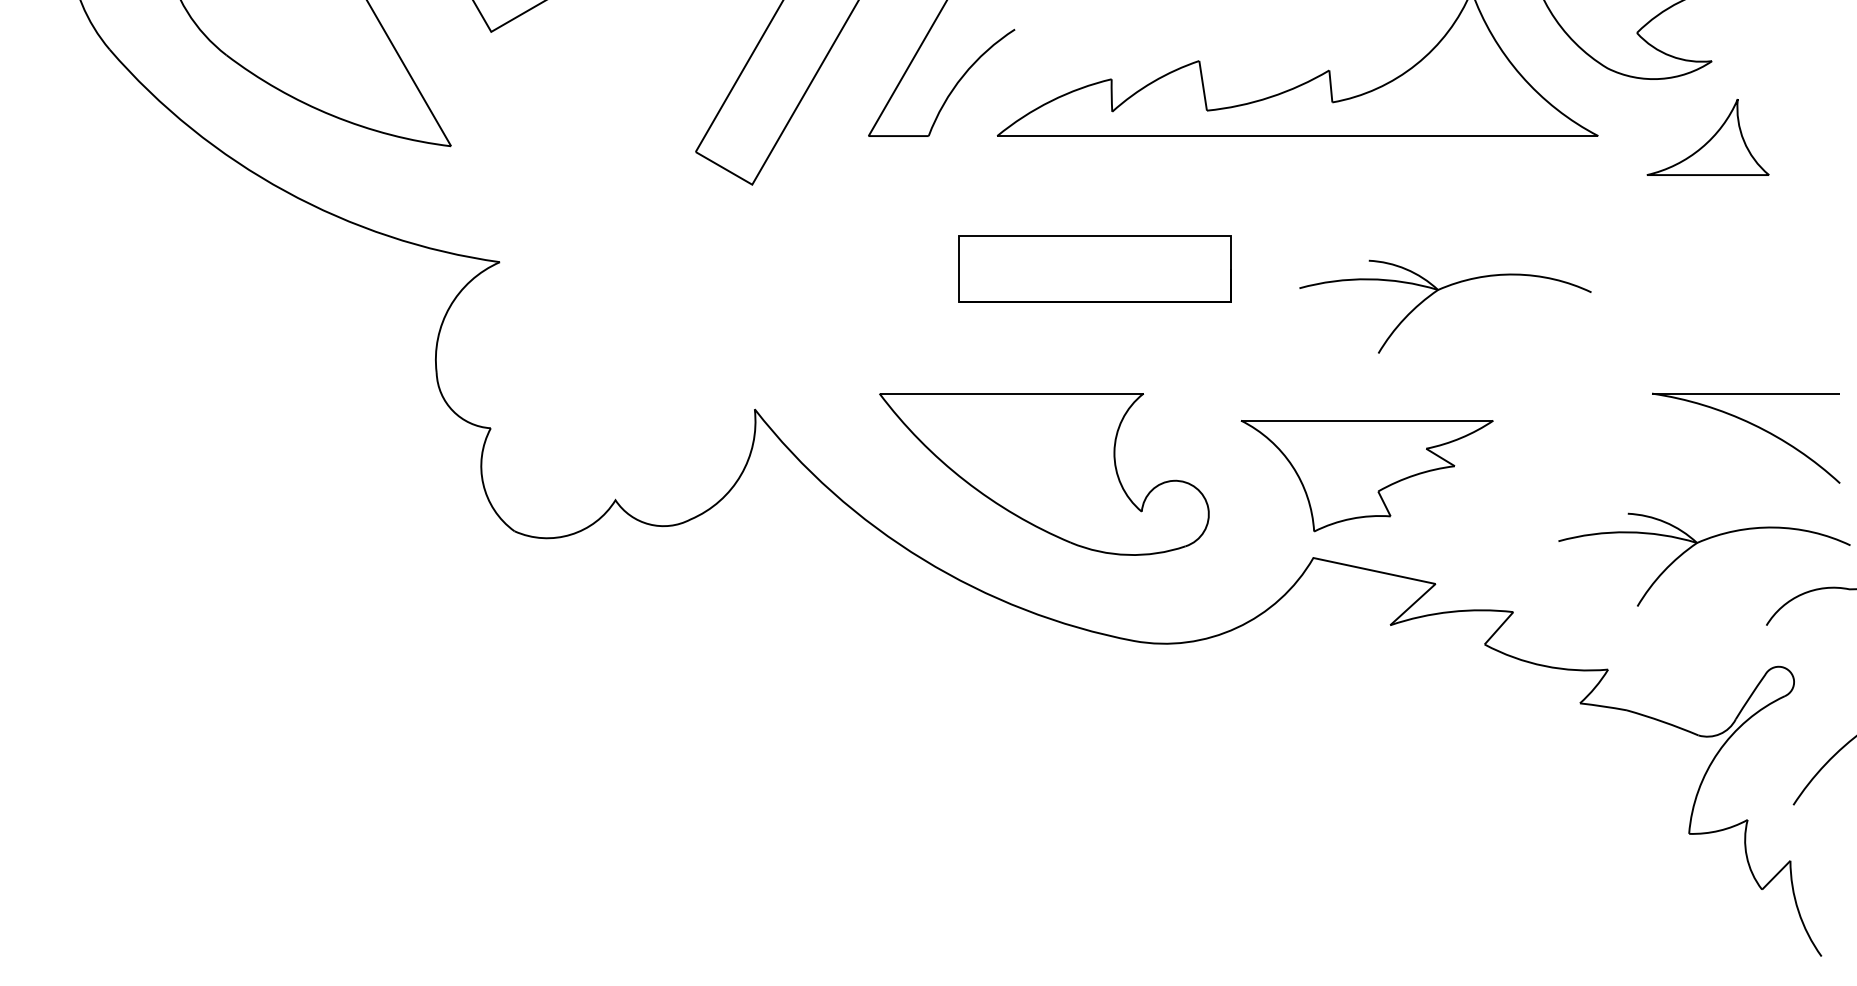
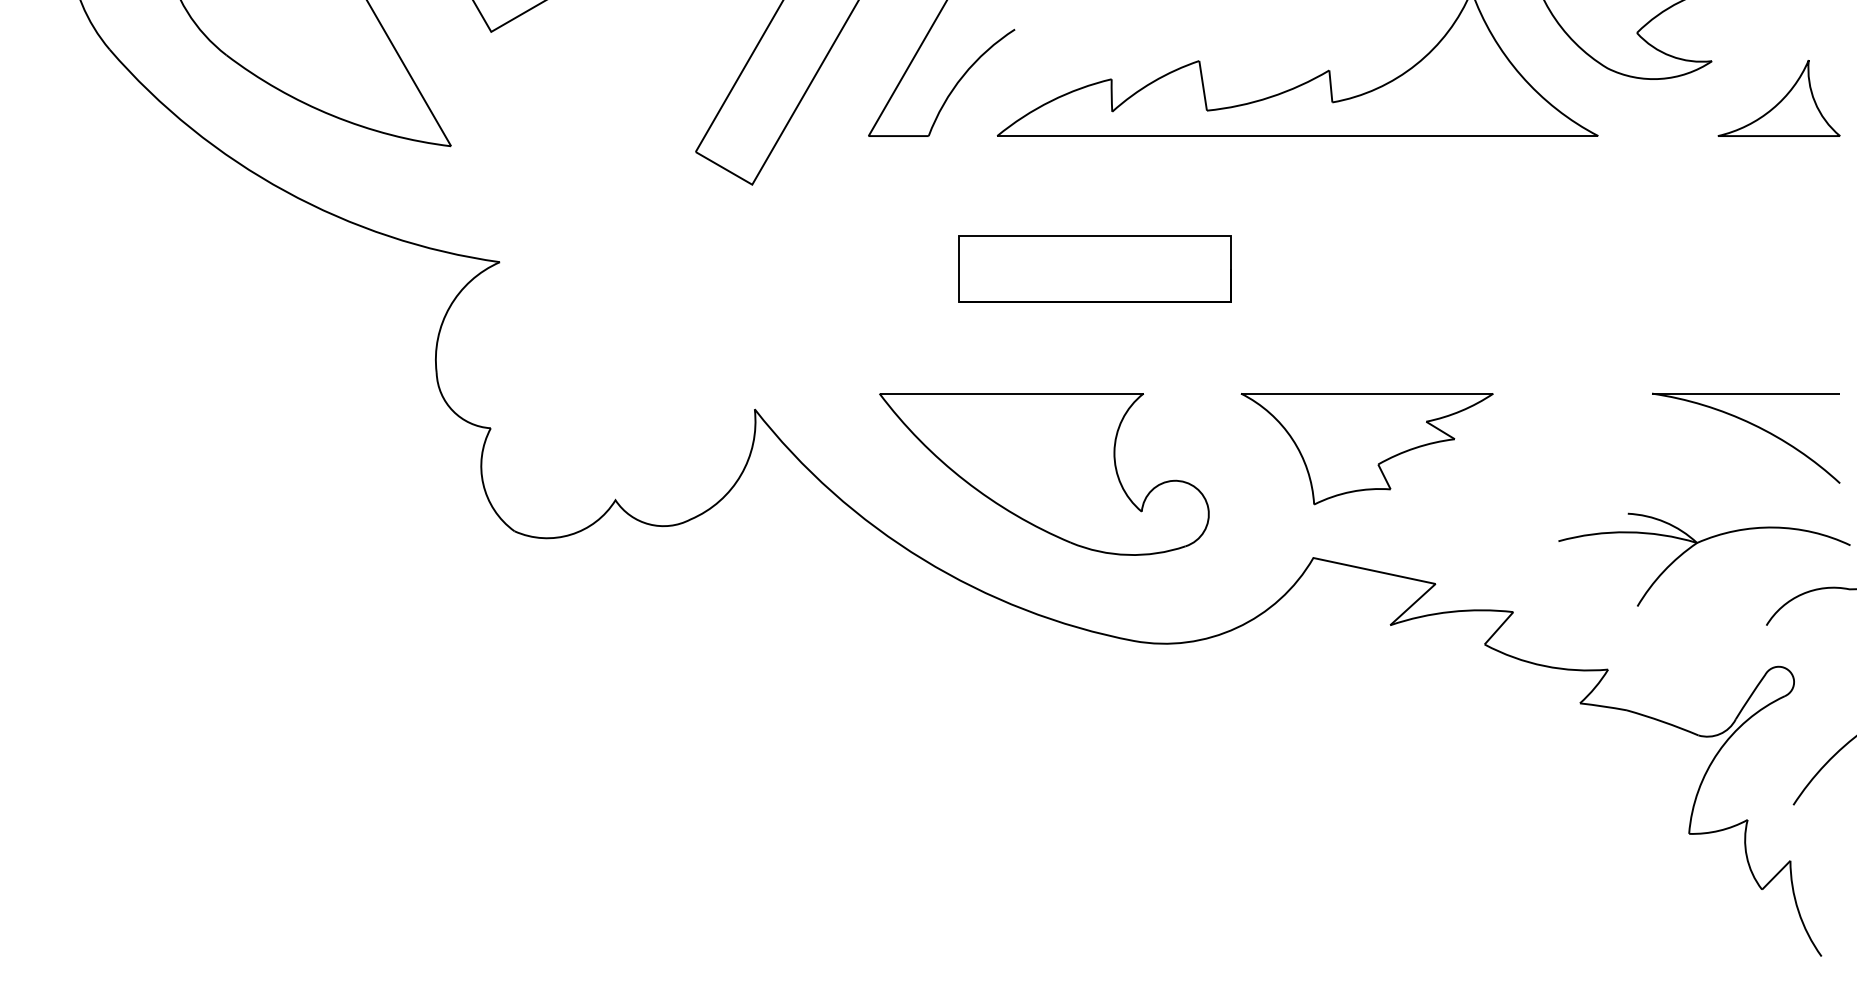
part at (1707, 137) position: (1707, 137) -> (1778, 98)
part at (1436, 292): present -> none
part at (1366, 476) position: (1366, 476) -> (1366, 449)
